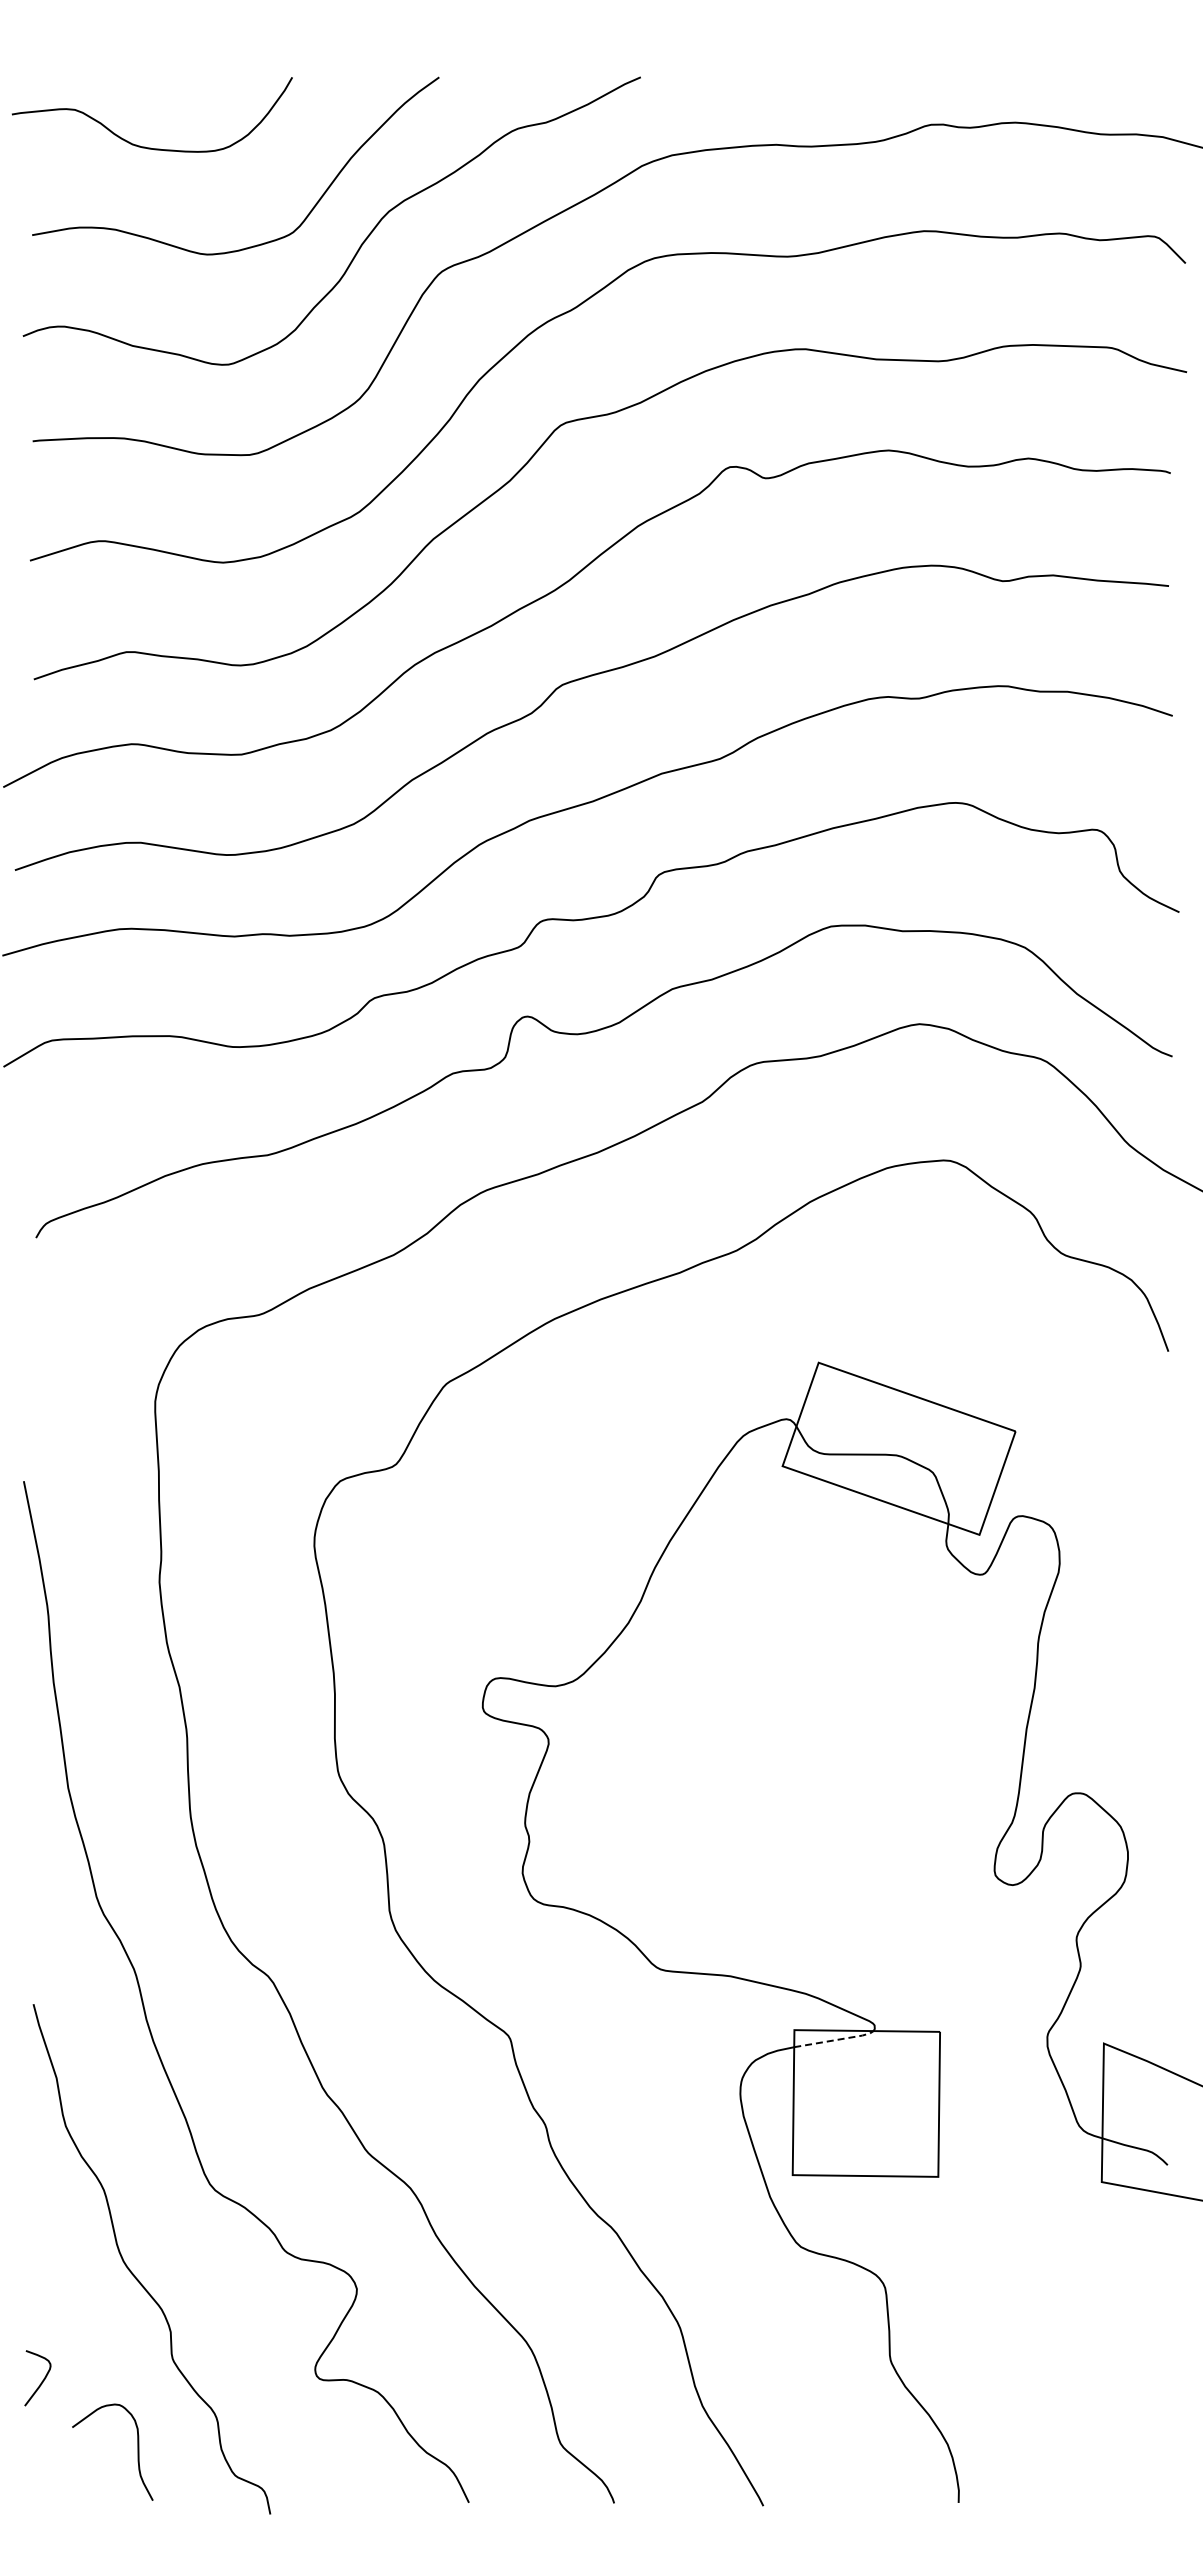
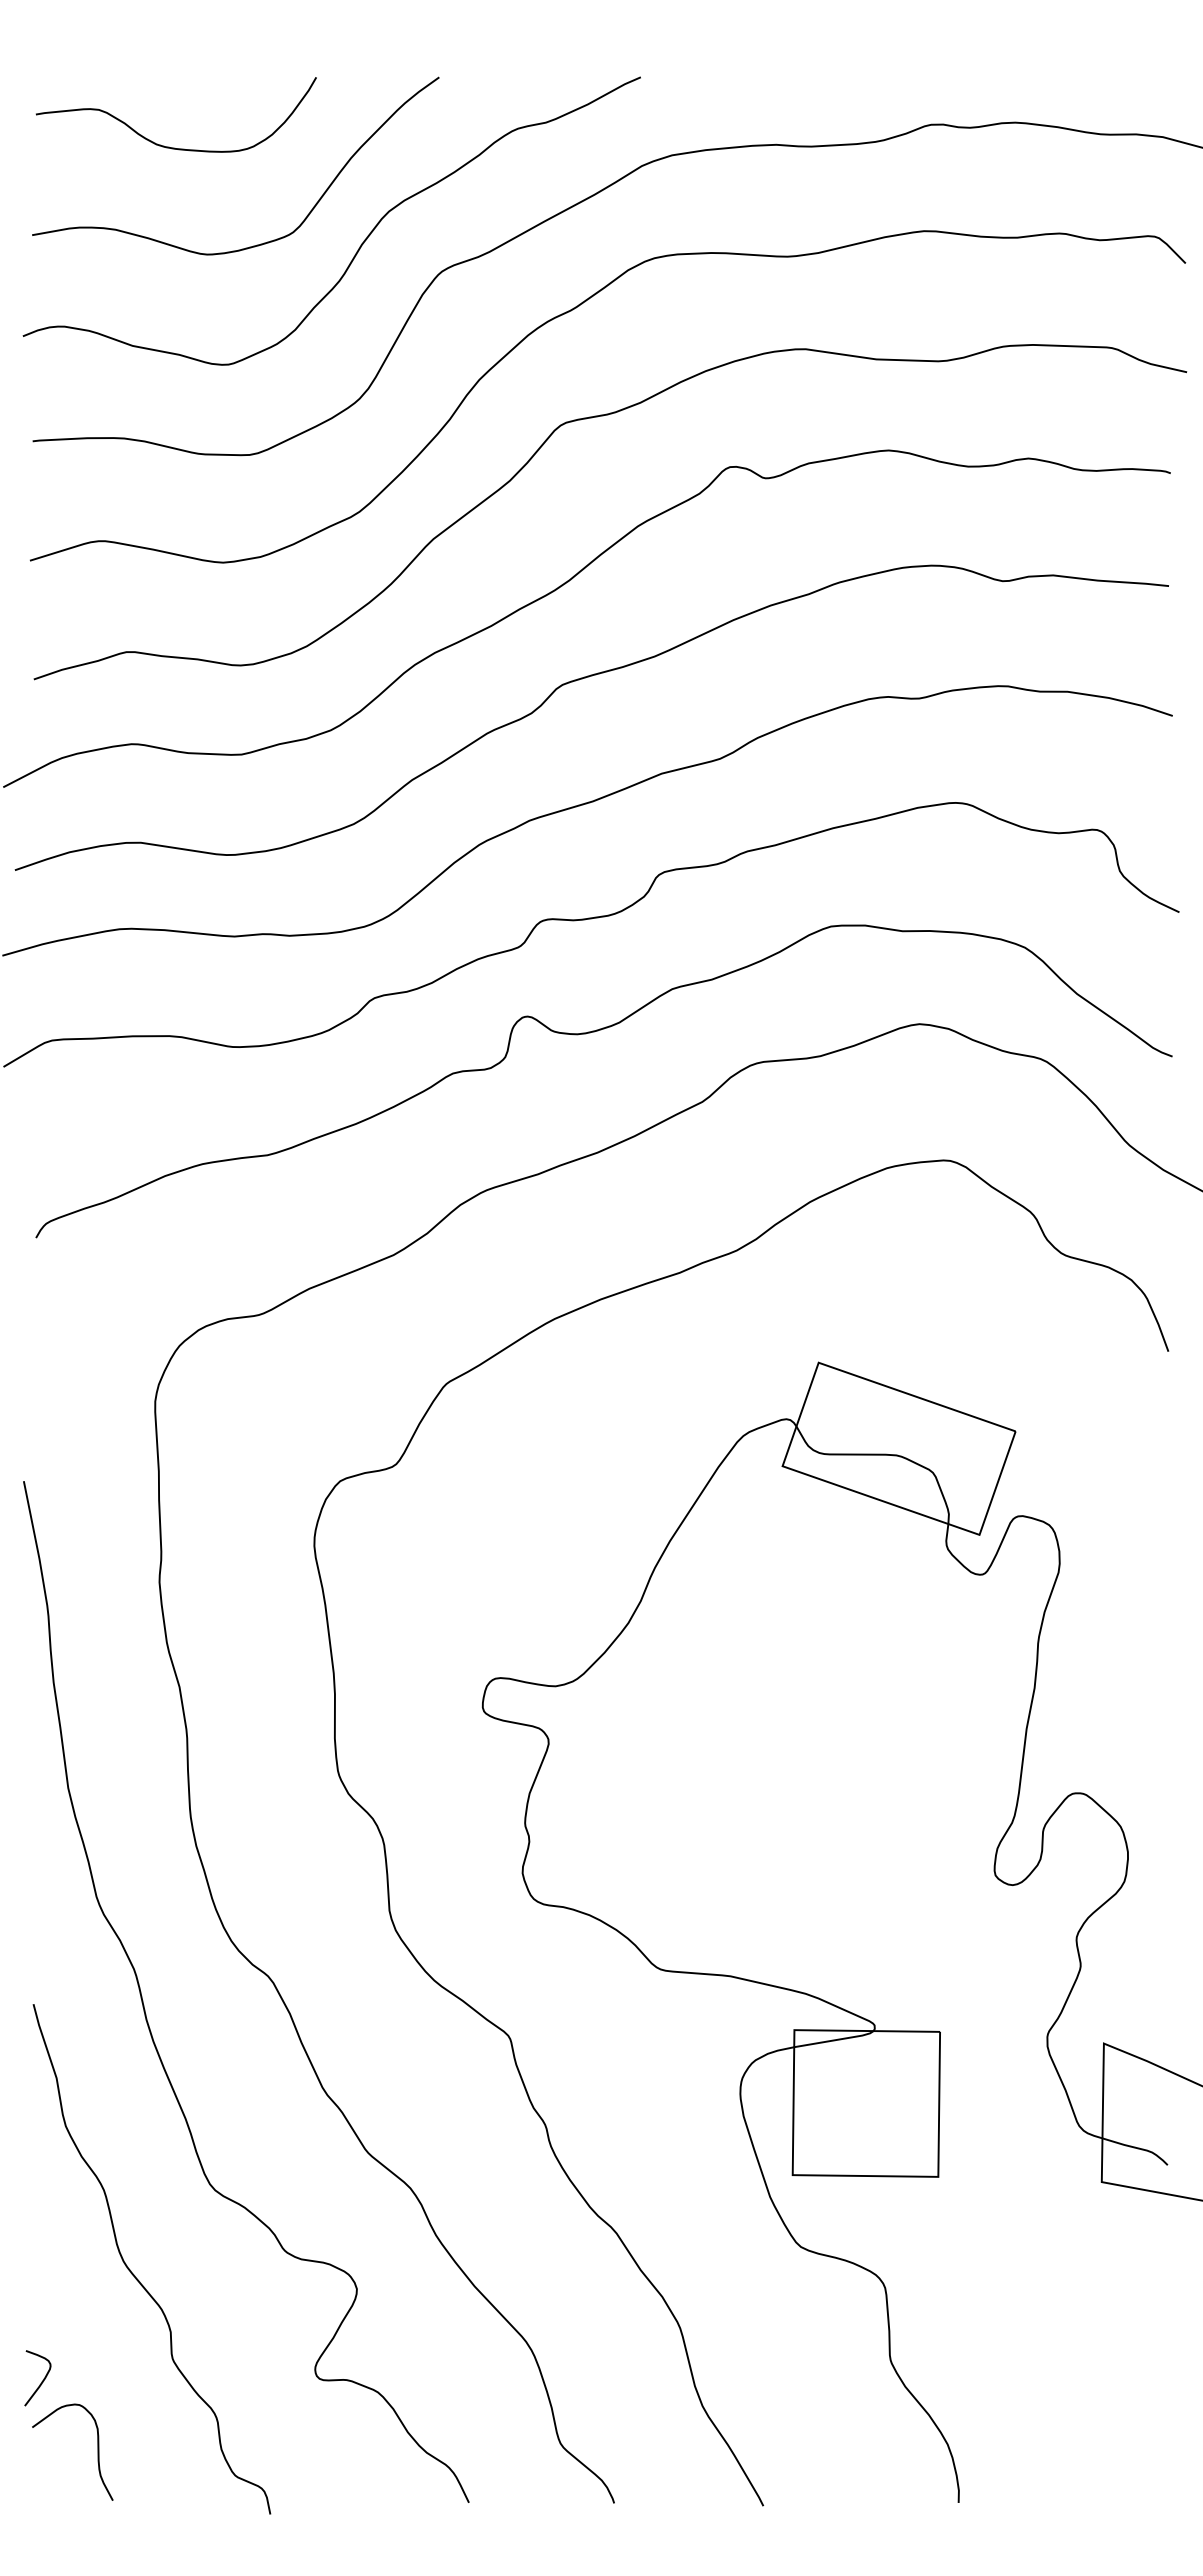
curve at (145, 146) position: (145, 146) -> (169, 146)
line at (836, 2040): dashed -> solid
curve at (137, 2451) position: (137, 2451) -> (97, 2451)
